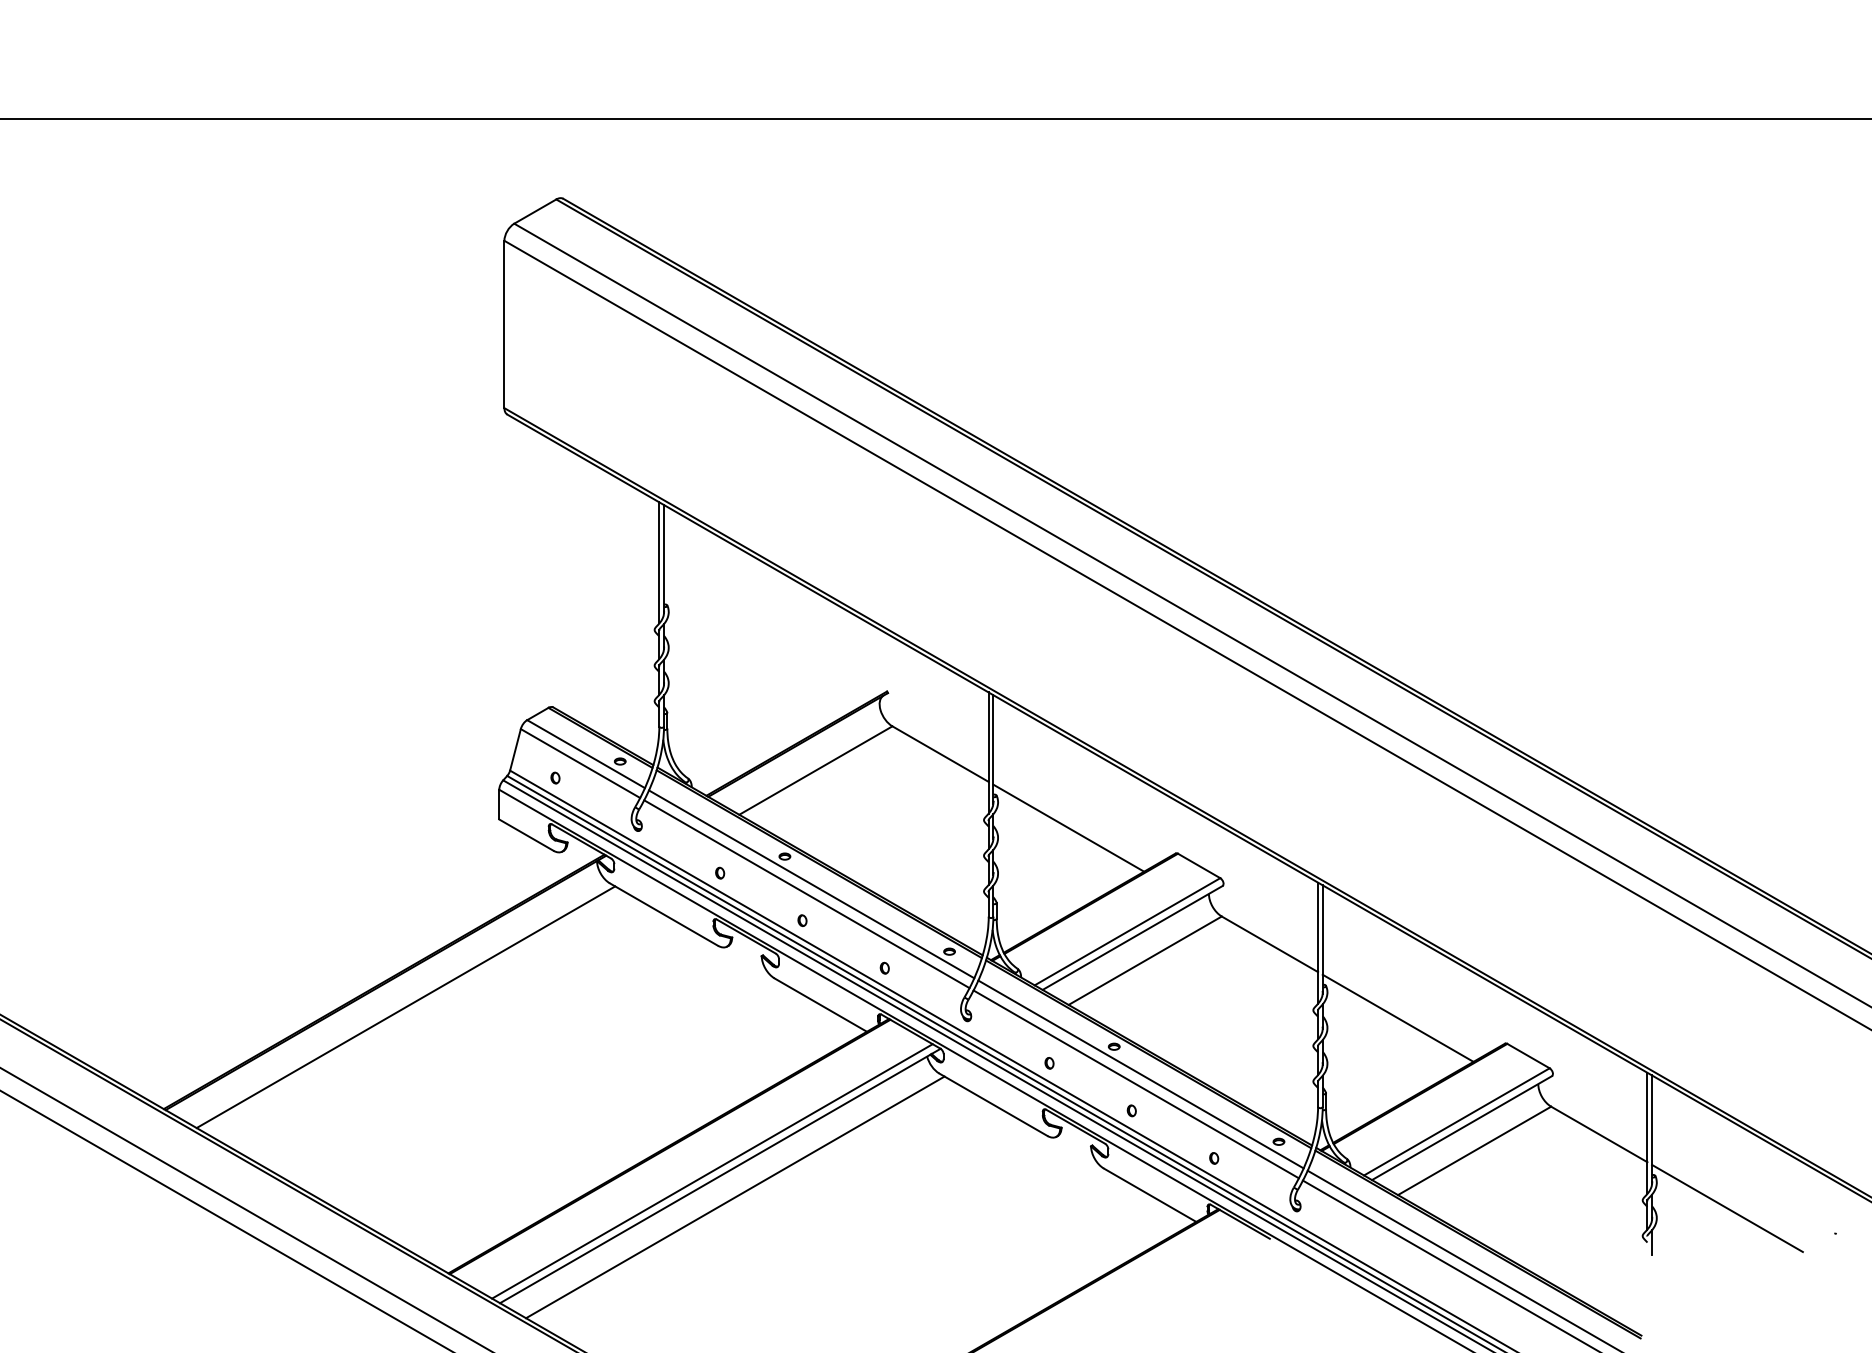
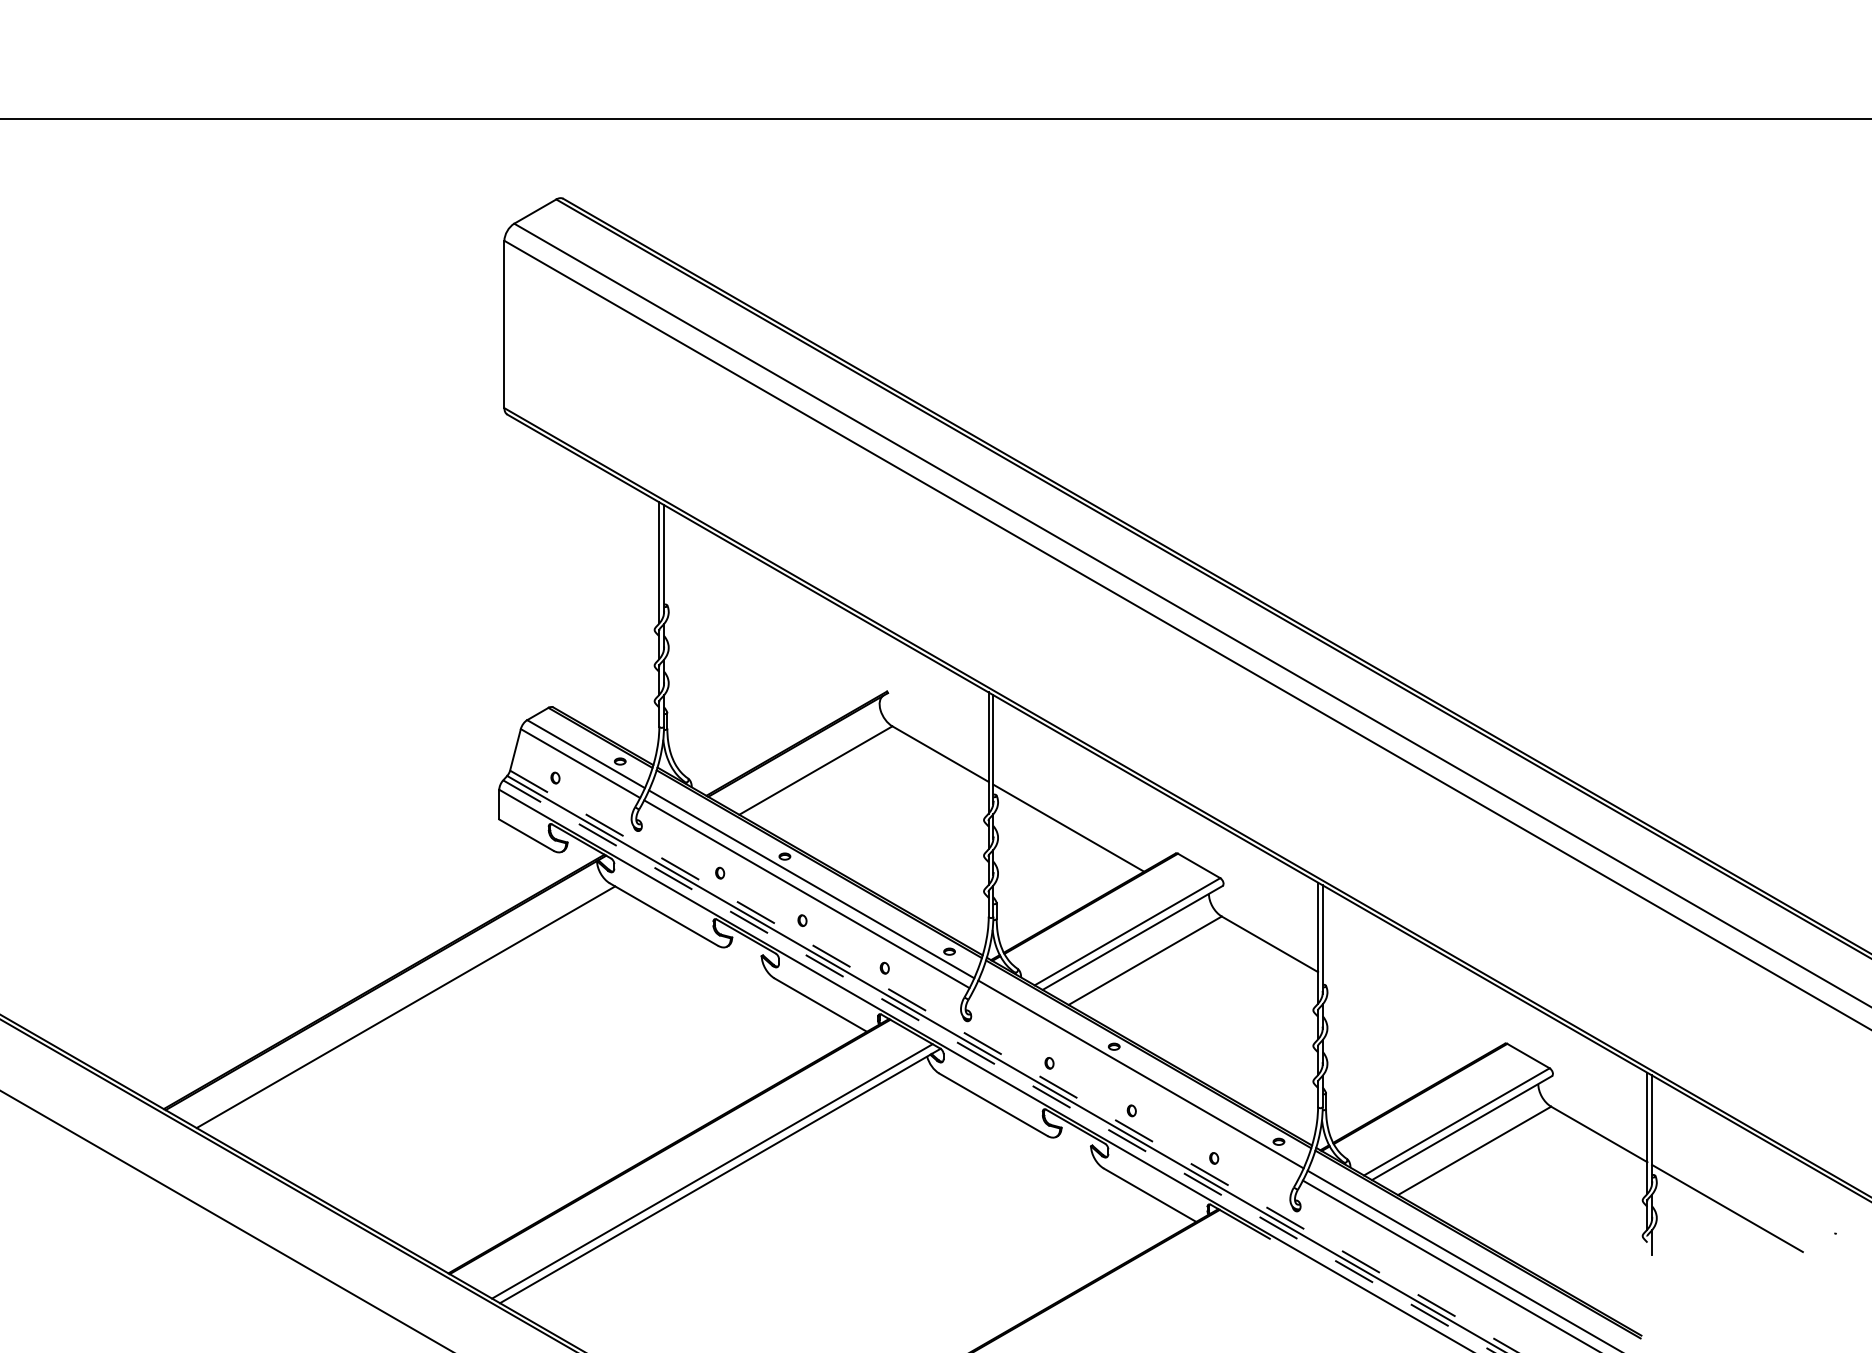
line at (1397, 1017): present -> none
line at (1014, 1062): solid -> dashed
line at (999, 1066): solid -> dashed
line at (1135, 1084): present -> none
line at (735, 1197): present -> none
line at (245, 1209): present -> none
